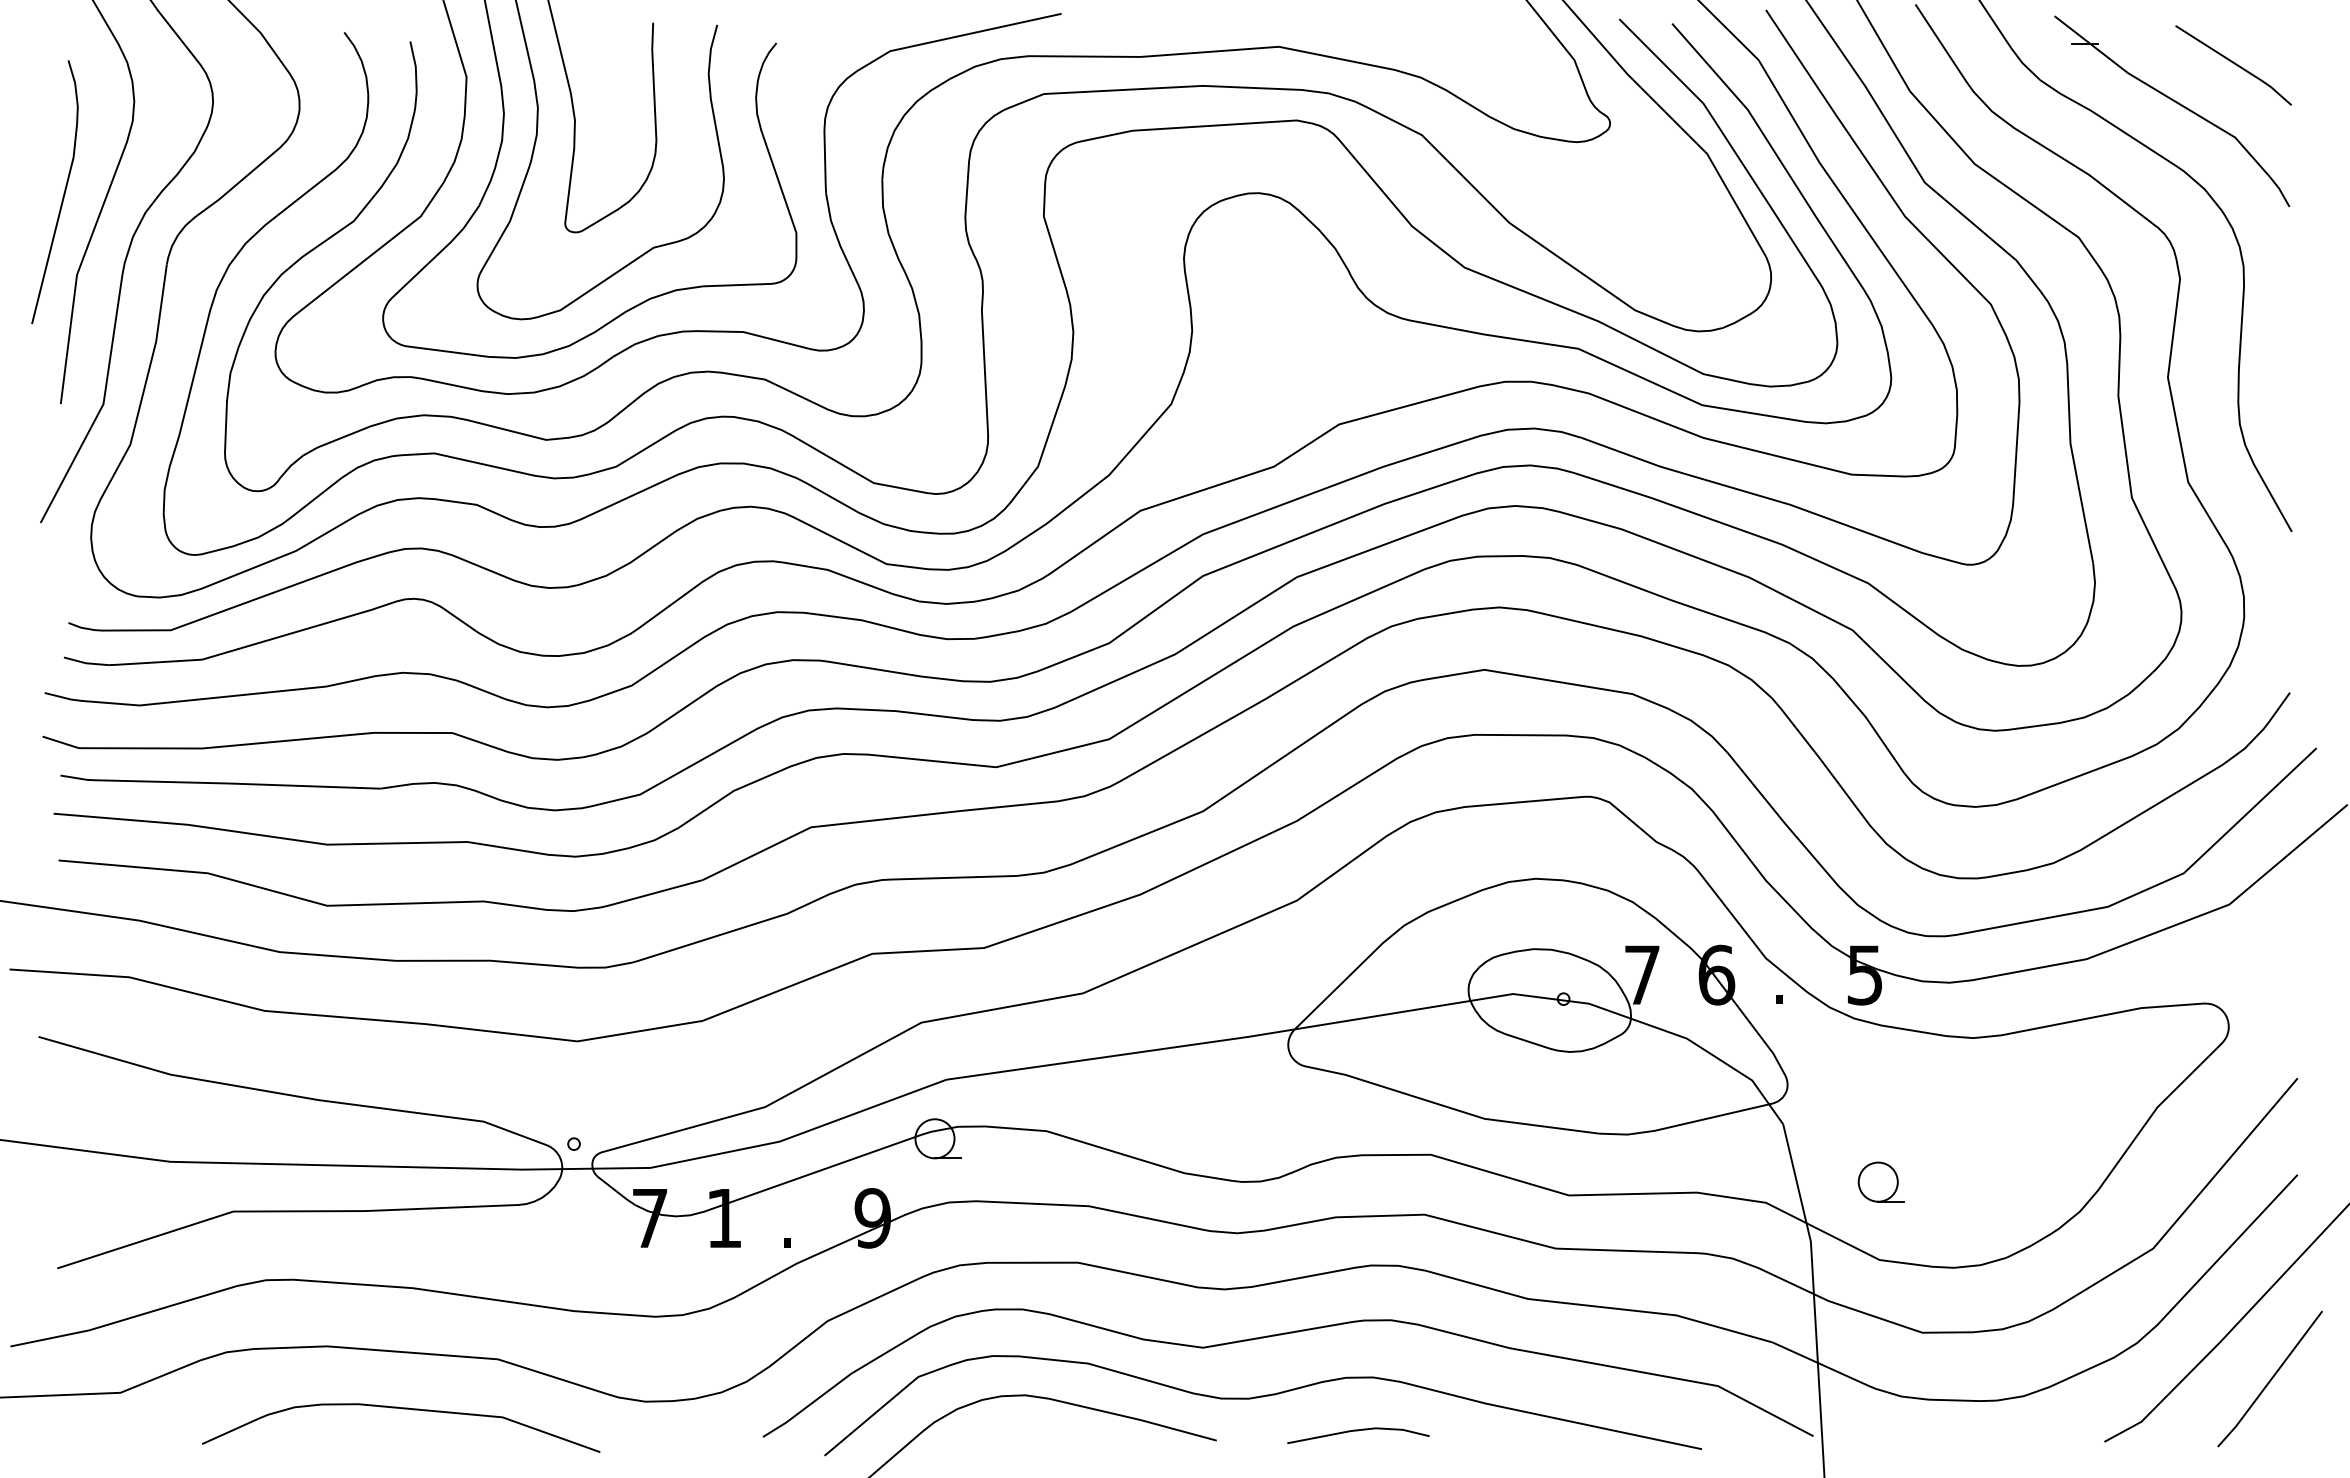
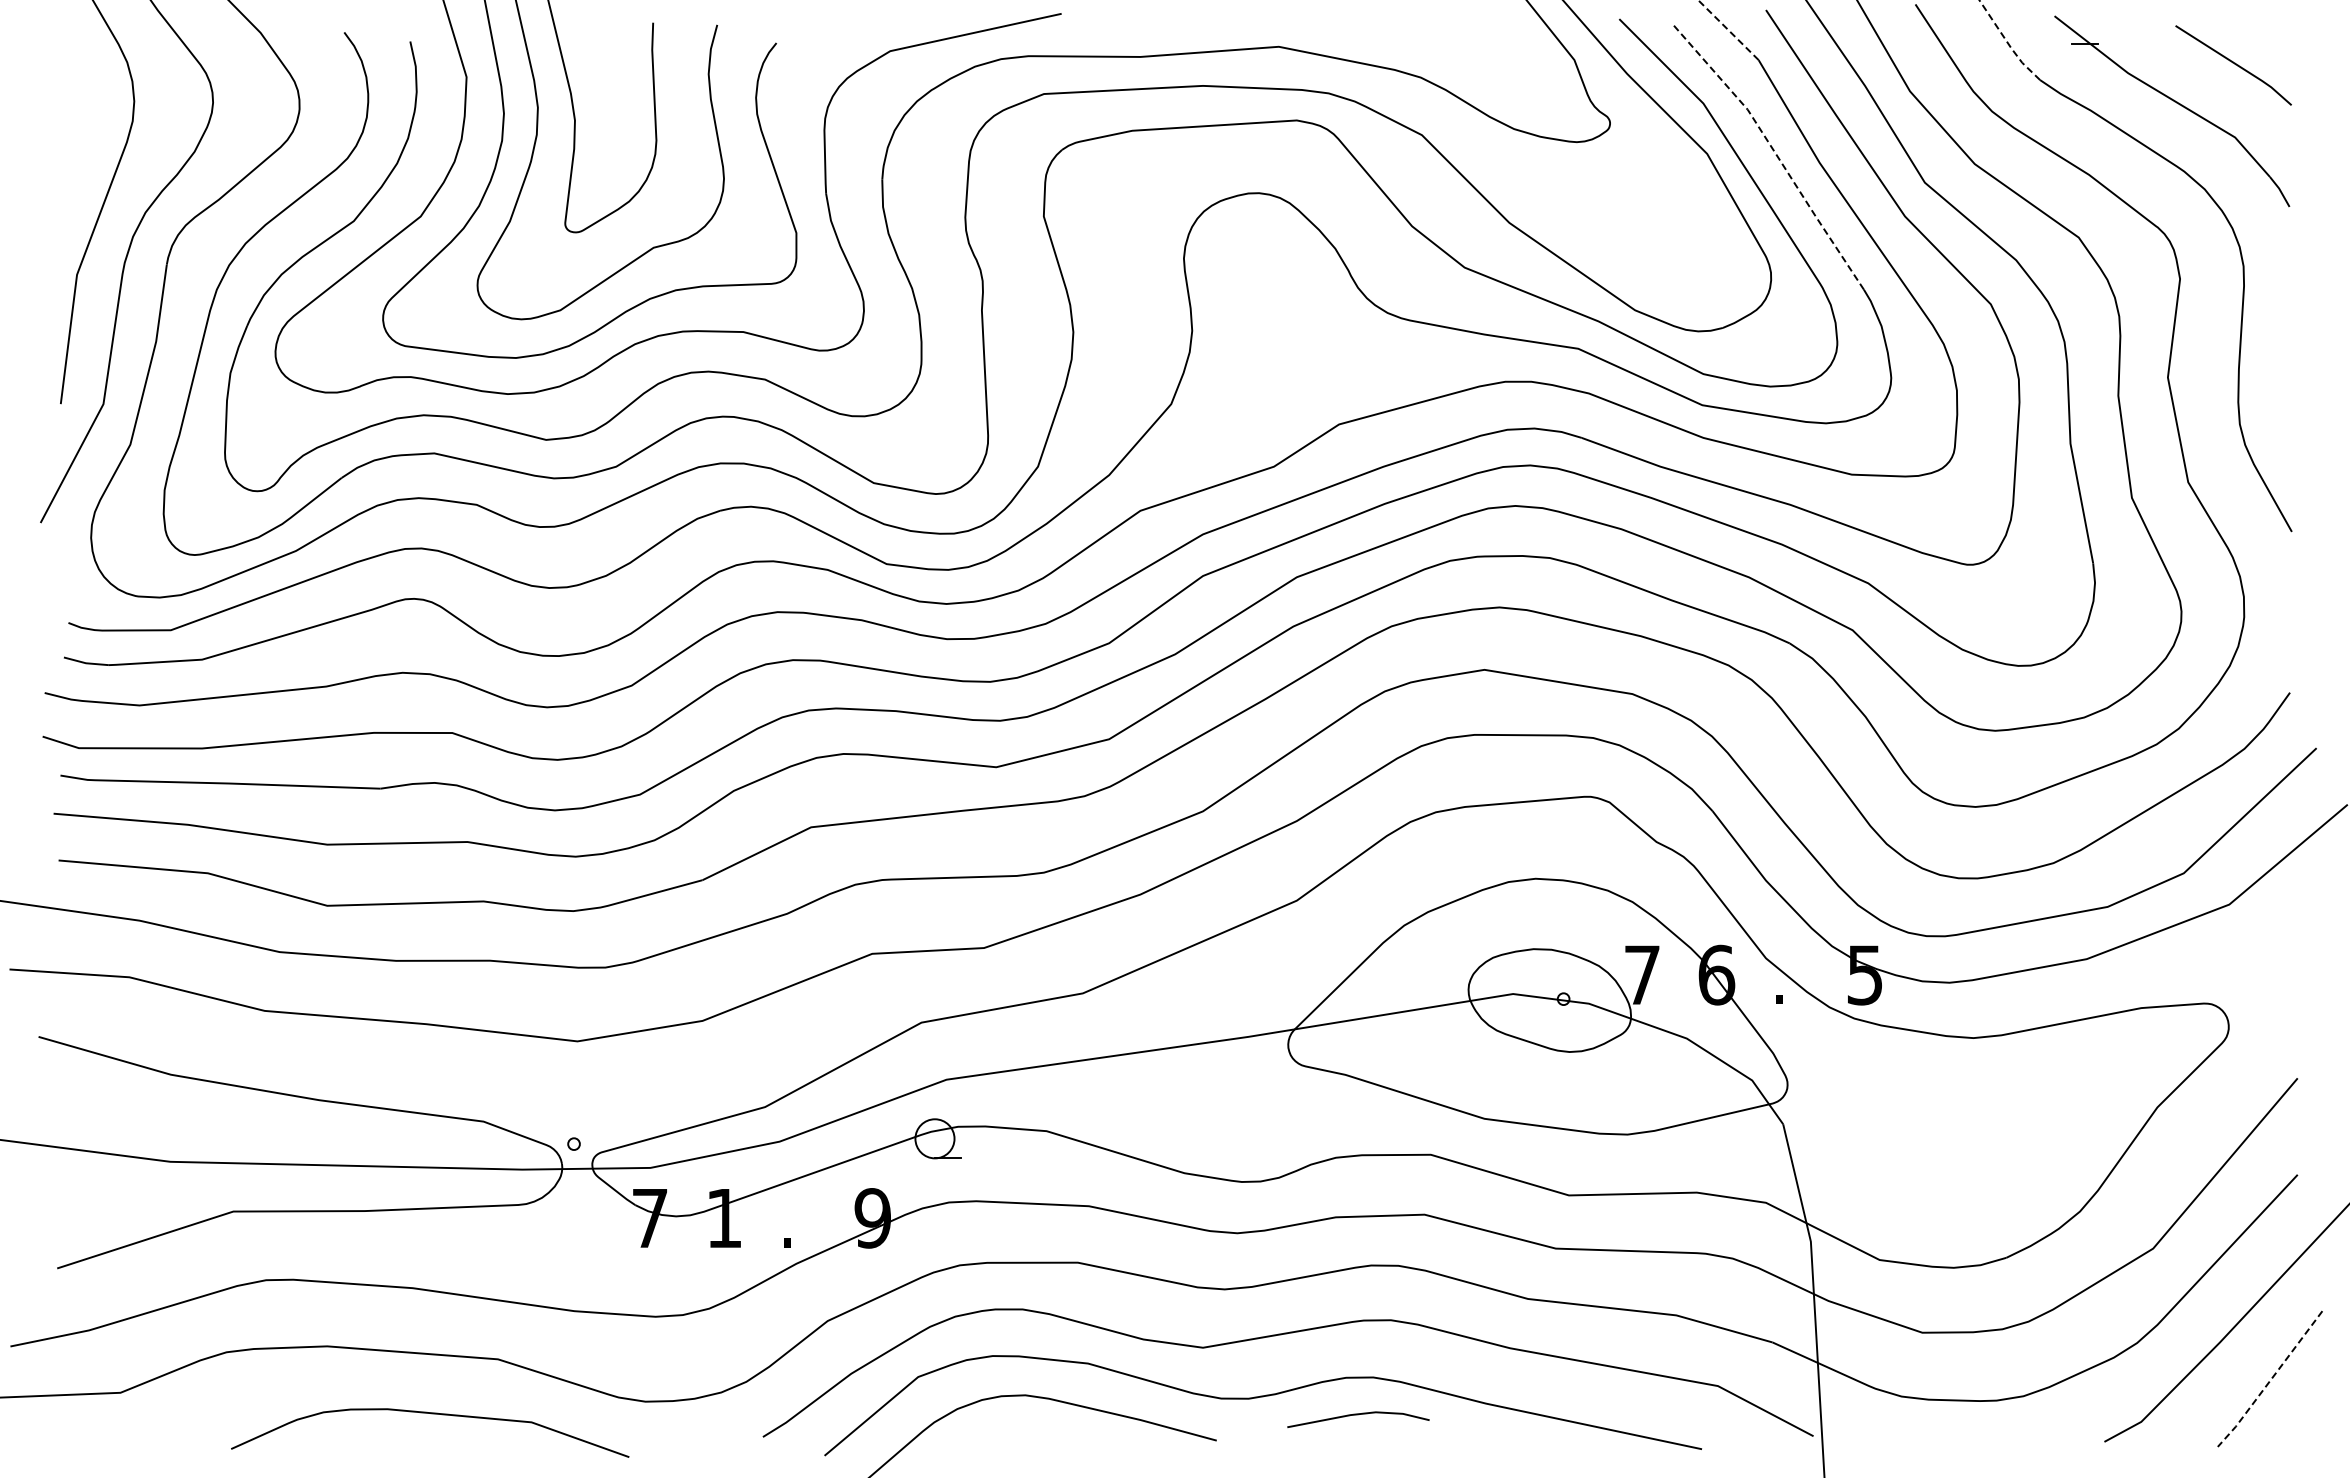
line at (1728, 29): solid -> dashed
line at (2008, 43): solid -> dashed
line at (1774, 151): solid -> dashed
curve at (62, 196): present -> none
part at (1880, 1181): present -> none
line at (2270, 1380): solid -> dashed
curve at (402, 1409) position: (402, 1409) -> (431, 1414)
line at (1358, 1431) position: (1358, 1431) -> (1358, 1415)
